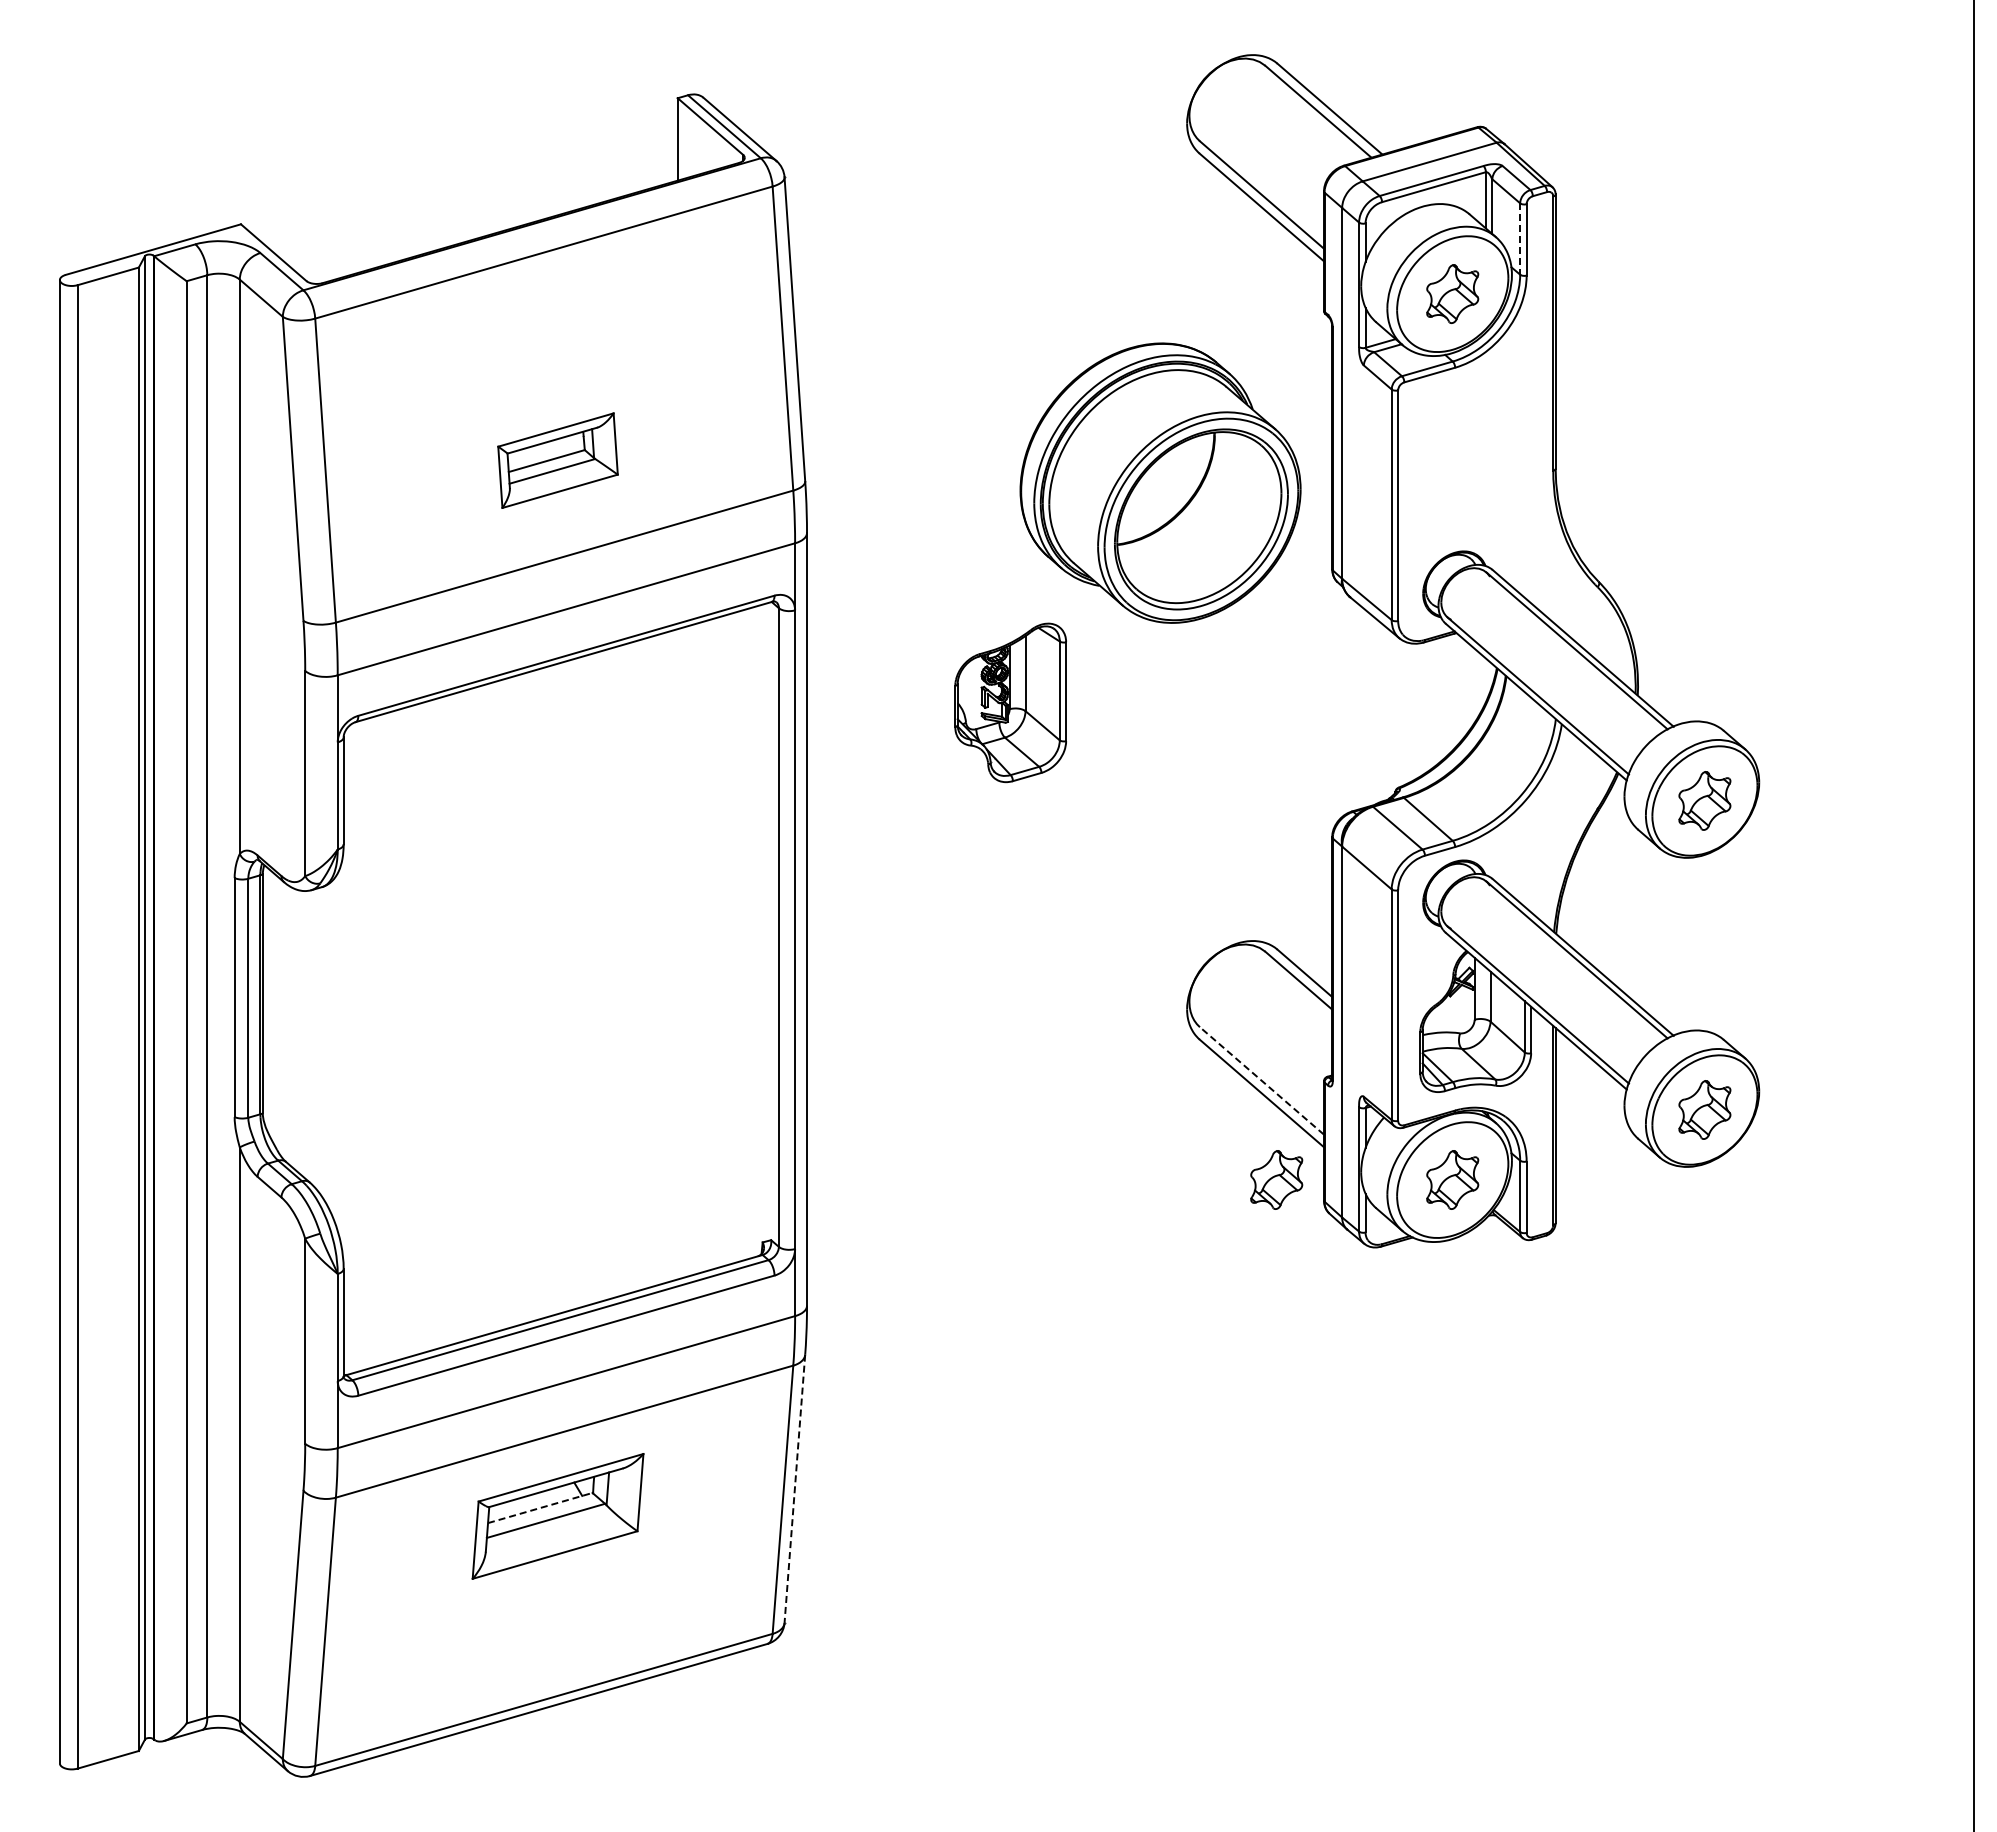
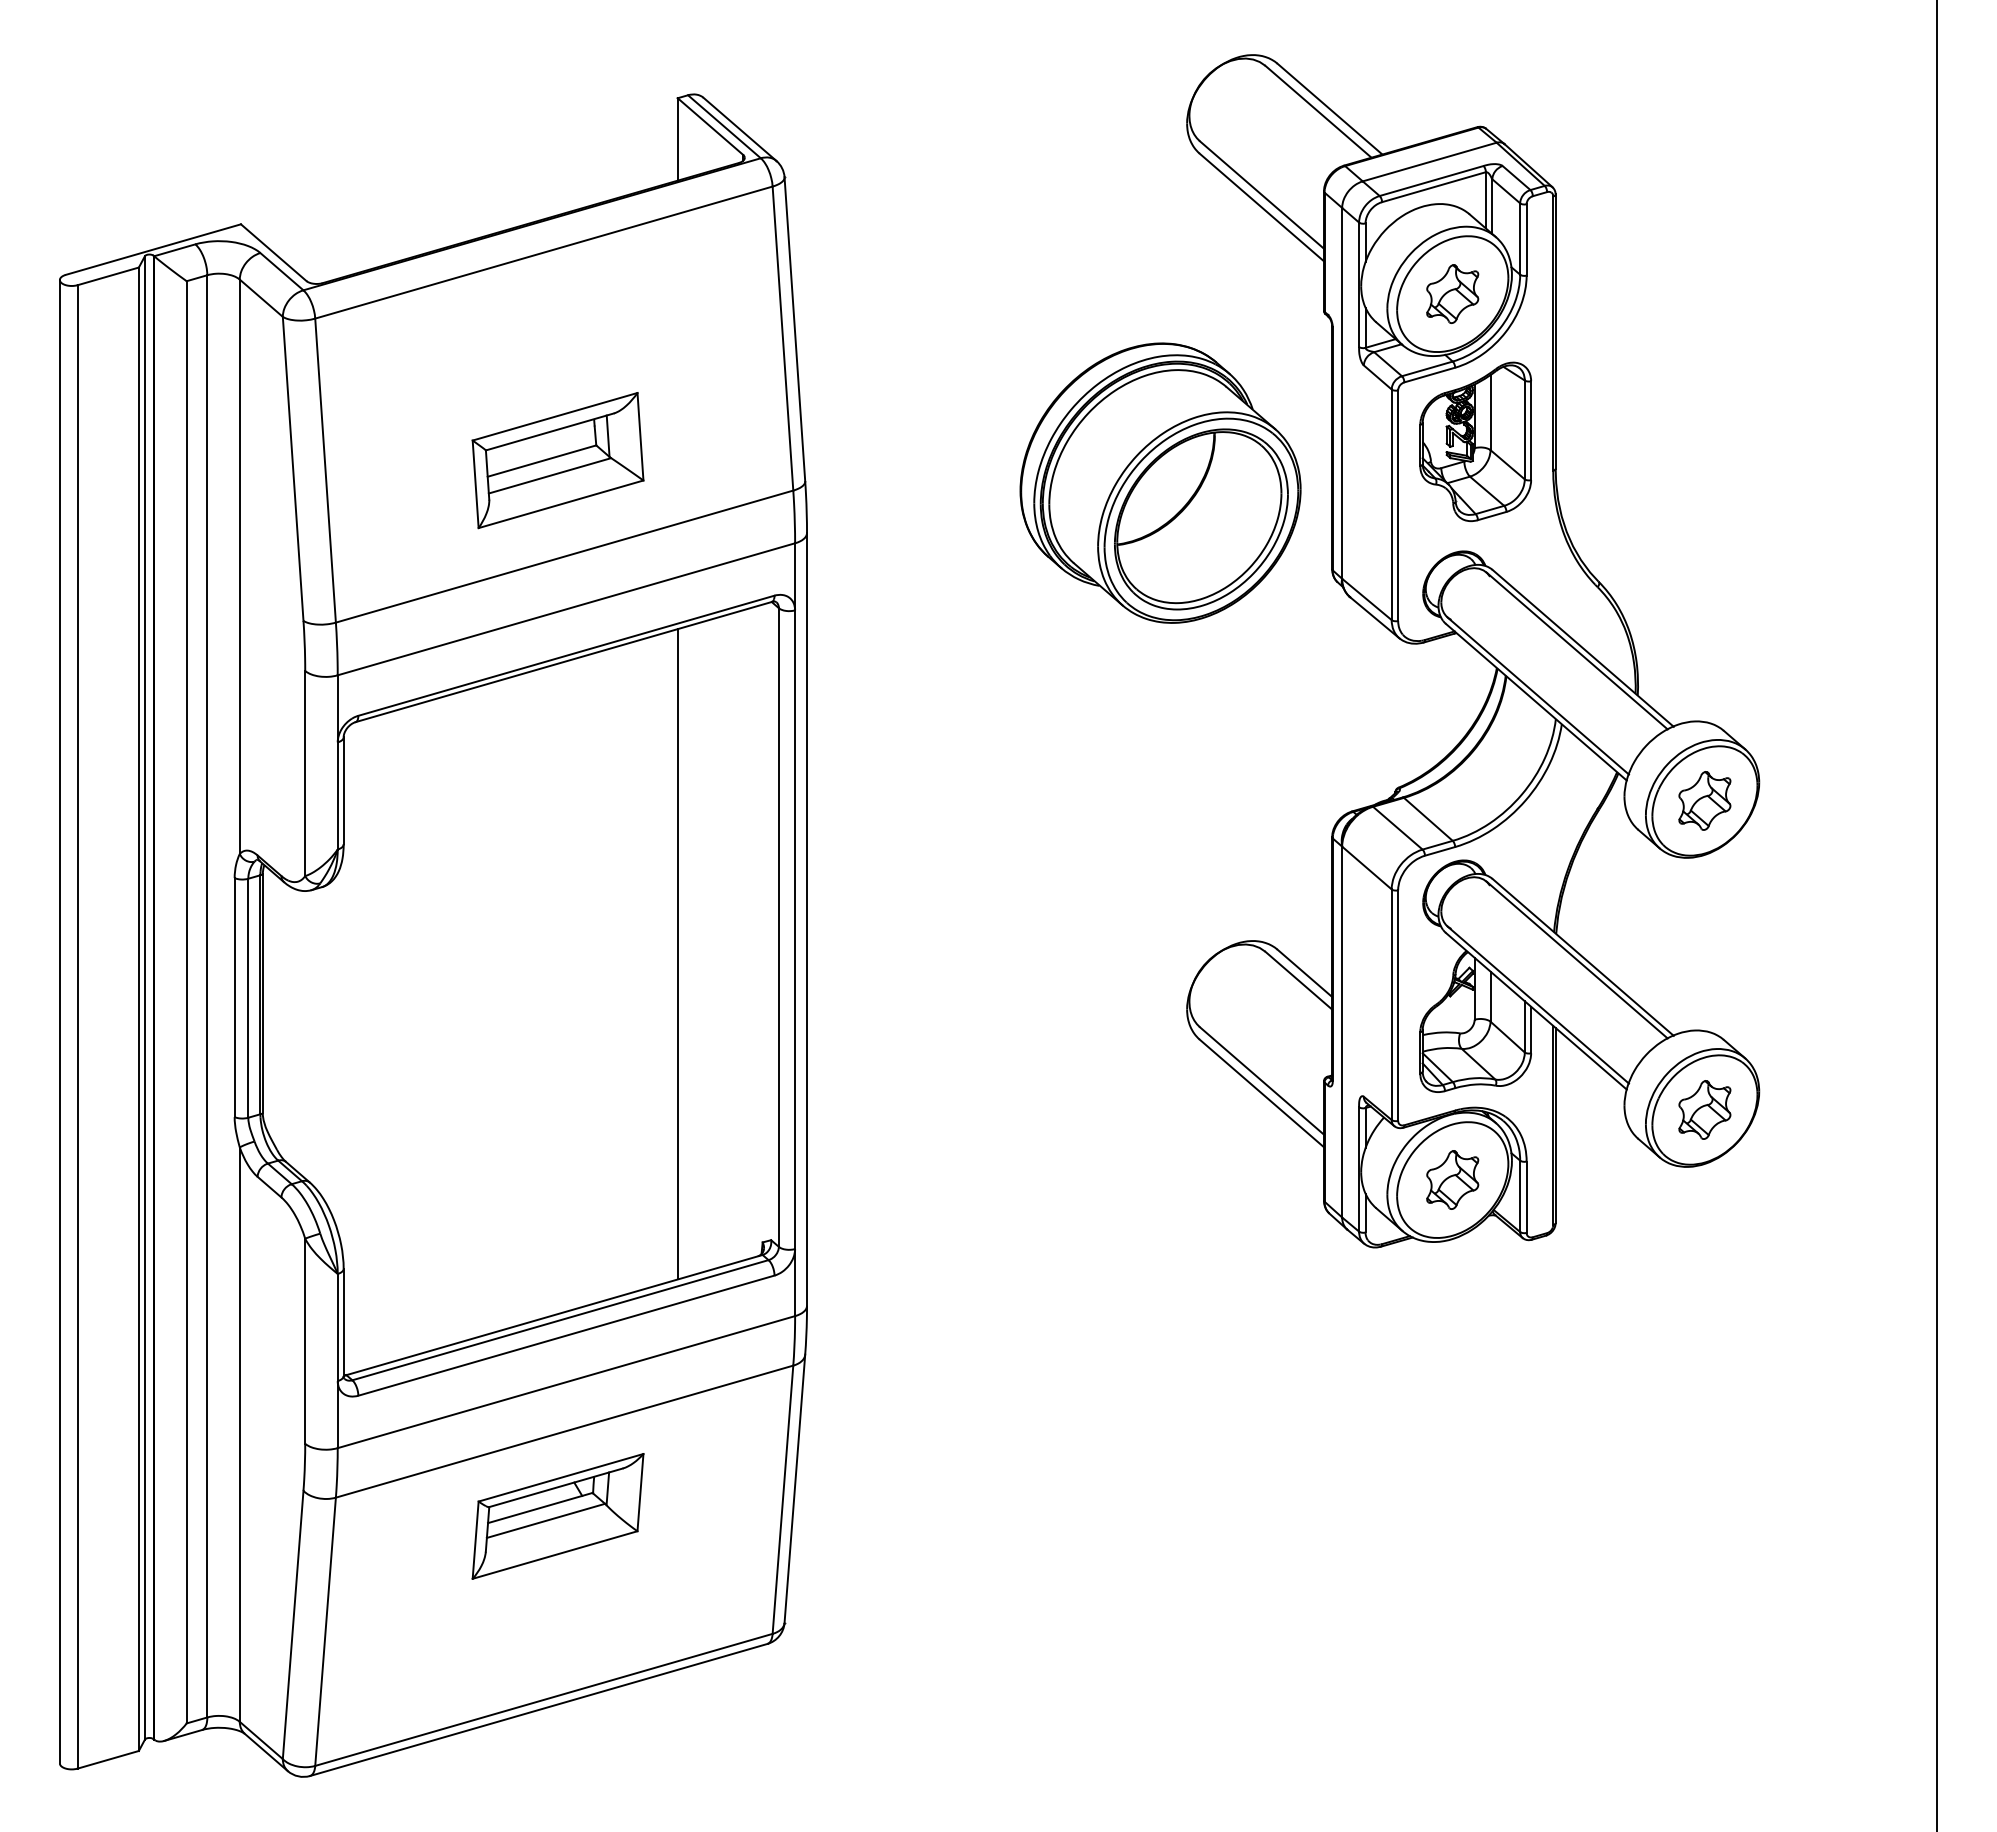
line at (1520, 239): dashed -> solid
part at (557, 460) size: 122x97 px -> 174x138 px
part at (1010, 702) position: (1010, 702) -> (1475, 441)
line at (1974, 915) position: (1974, 915) -> (1937, 915)
line at (677, 954): none -> present
line at (1261, 1080): dashed -> solid
part at (1276, 1179): present -> none
line at (794, 1488): dashed -> solid
line at (540, 1507): dashed -> solid
